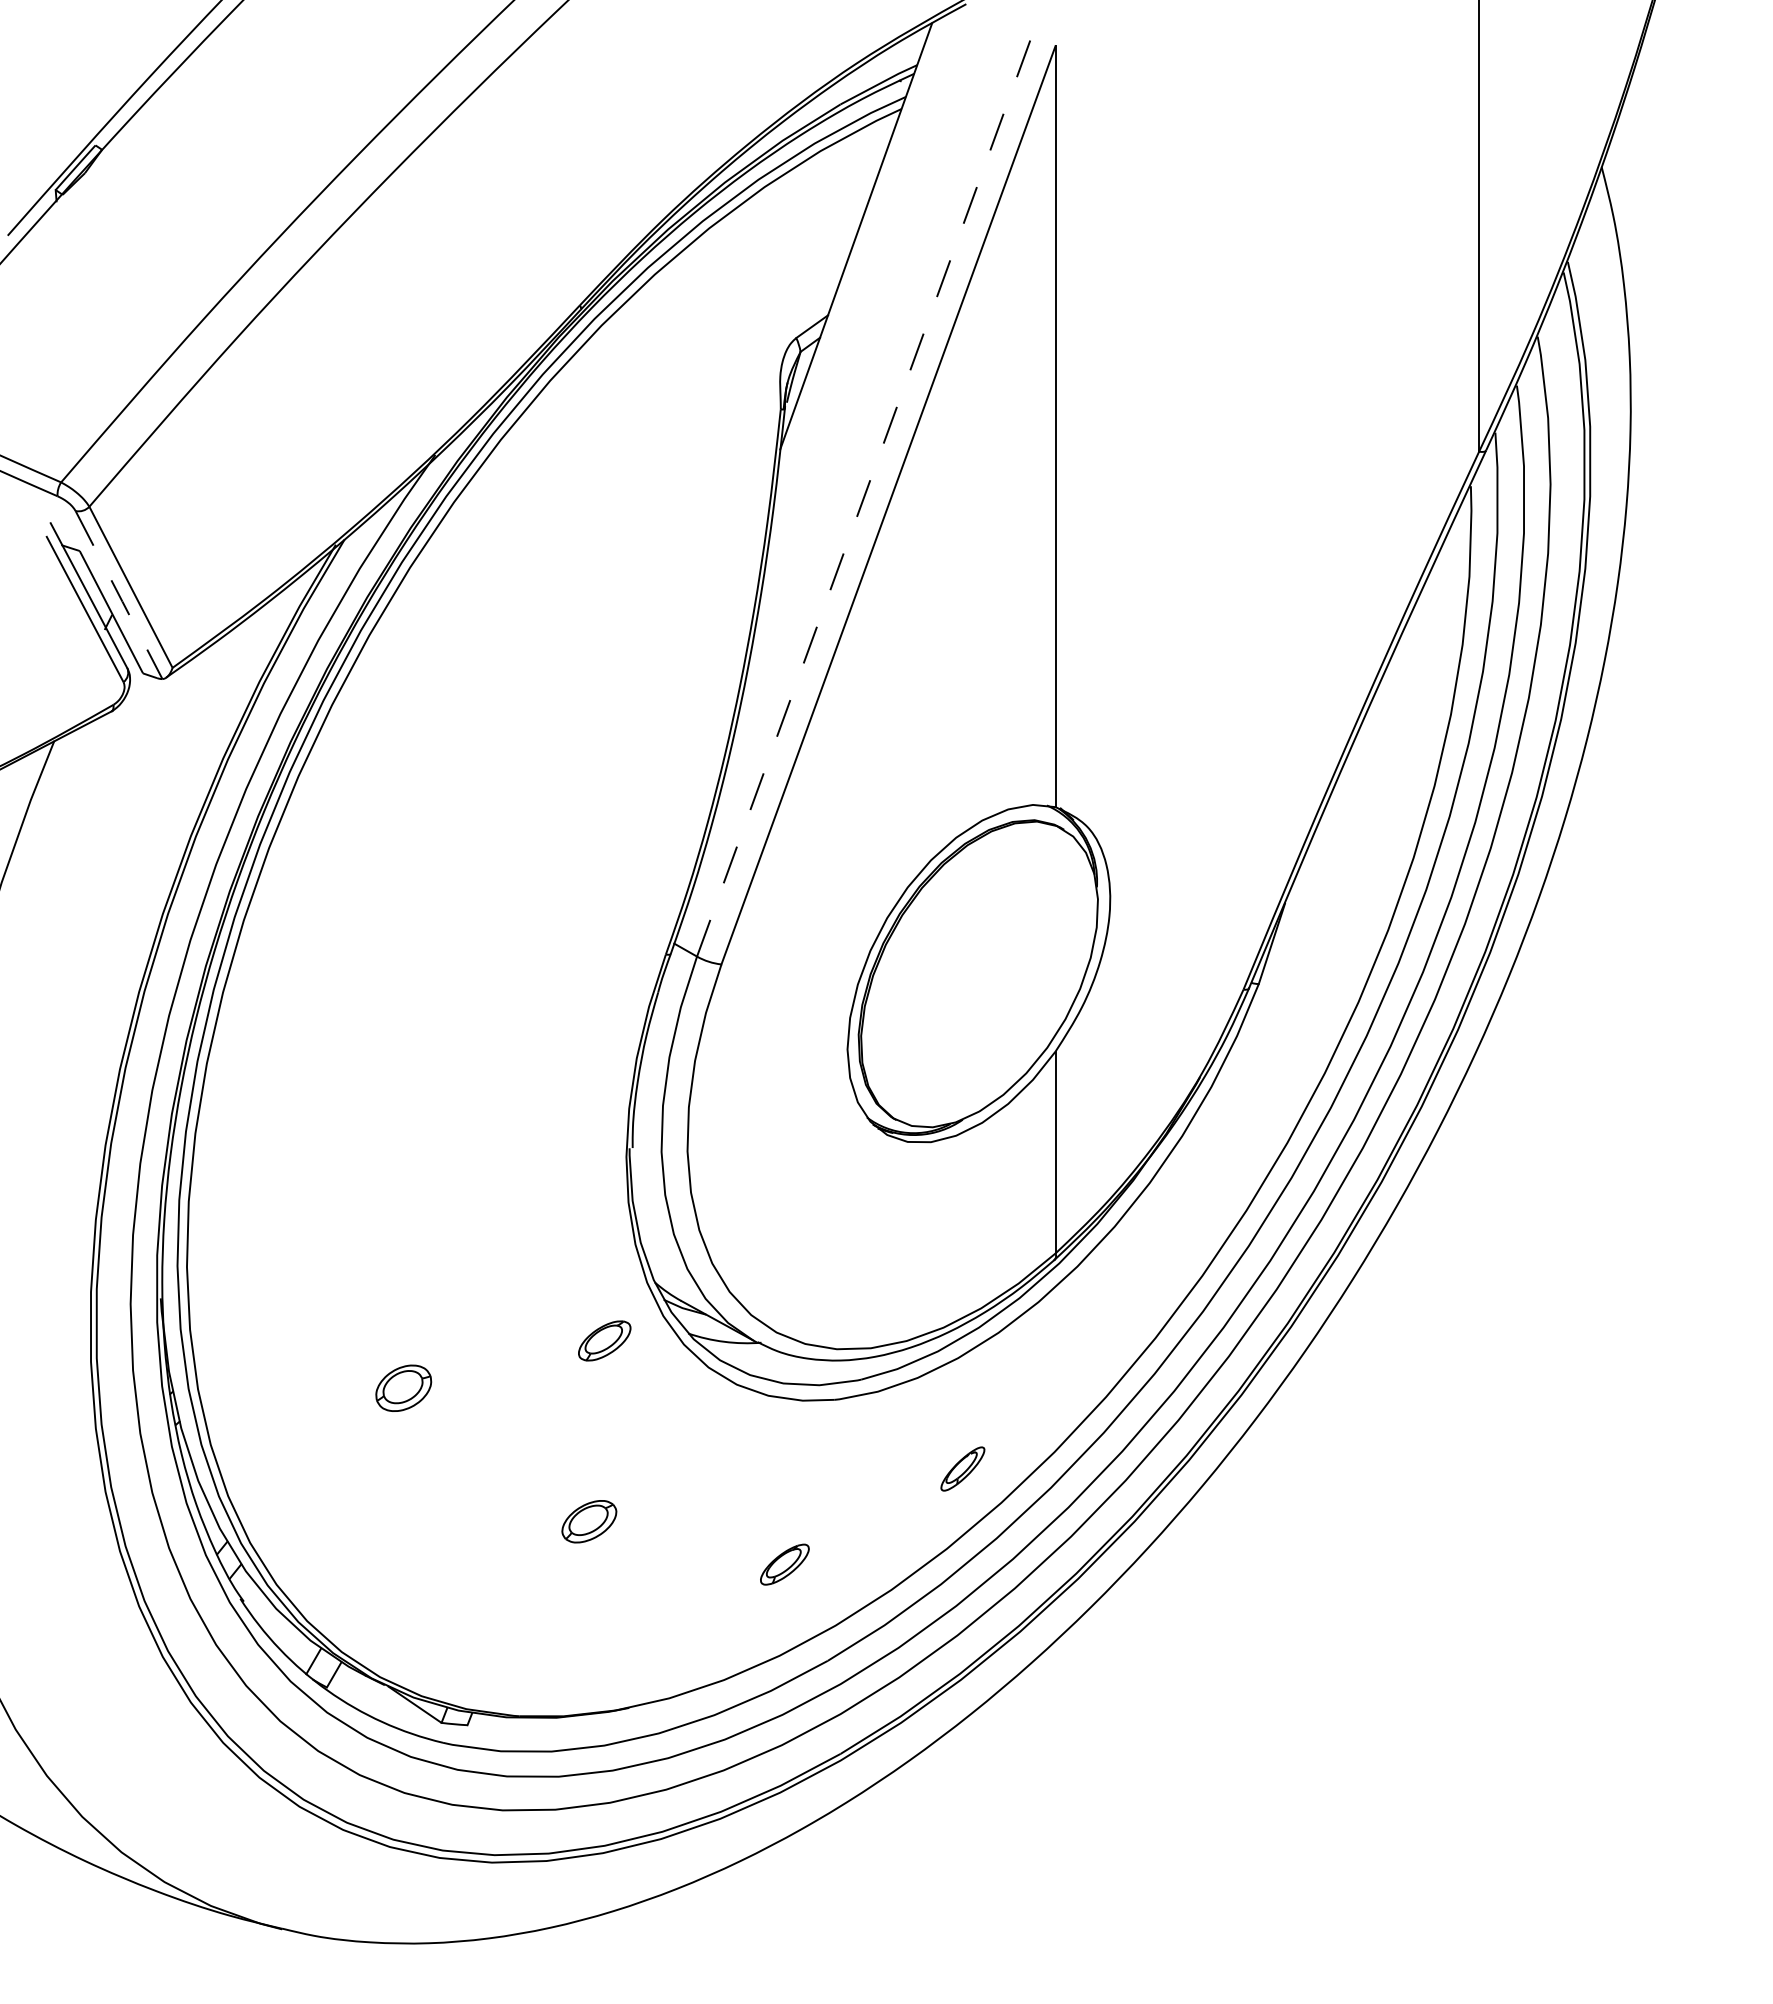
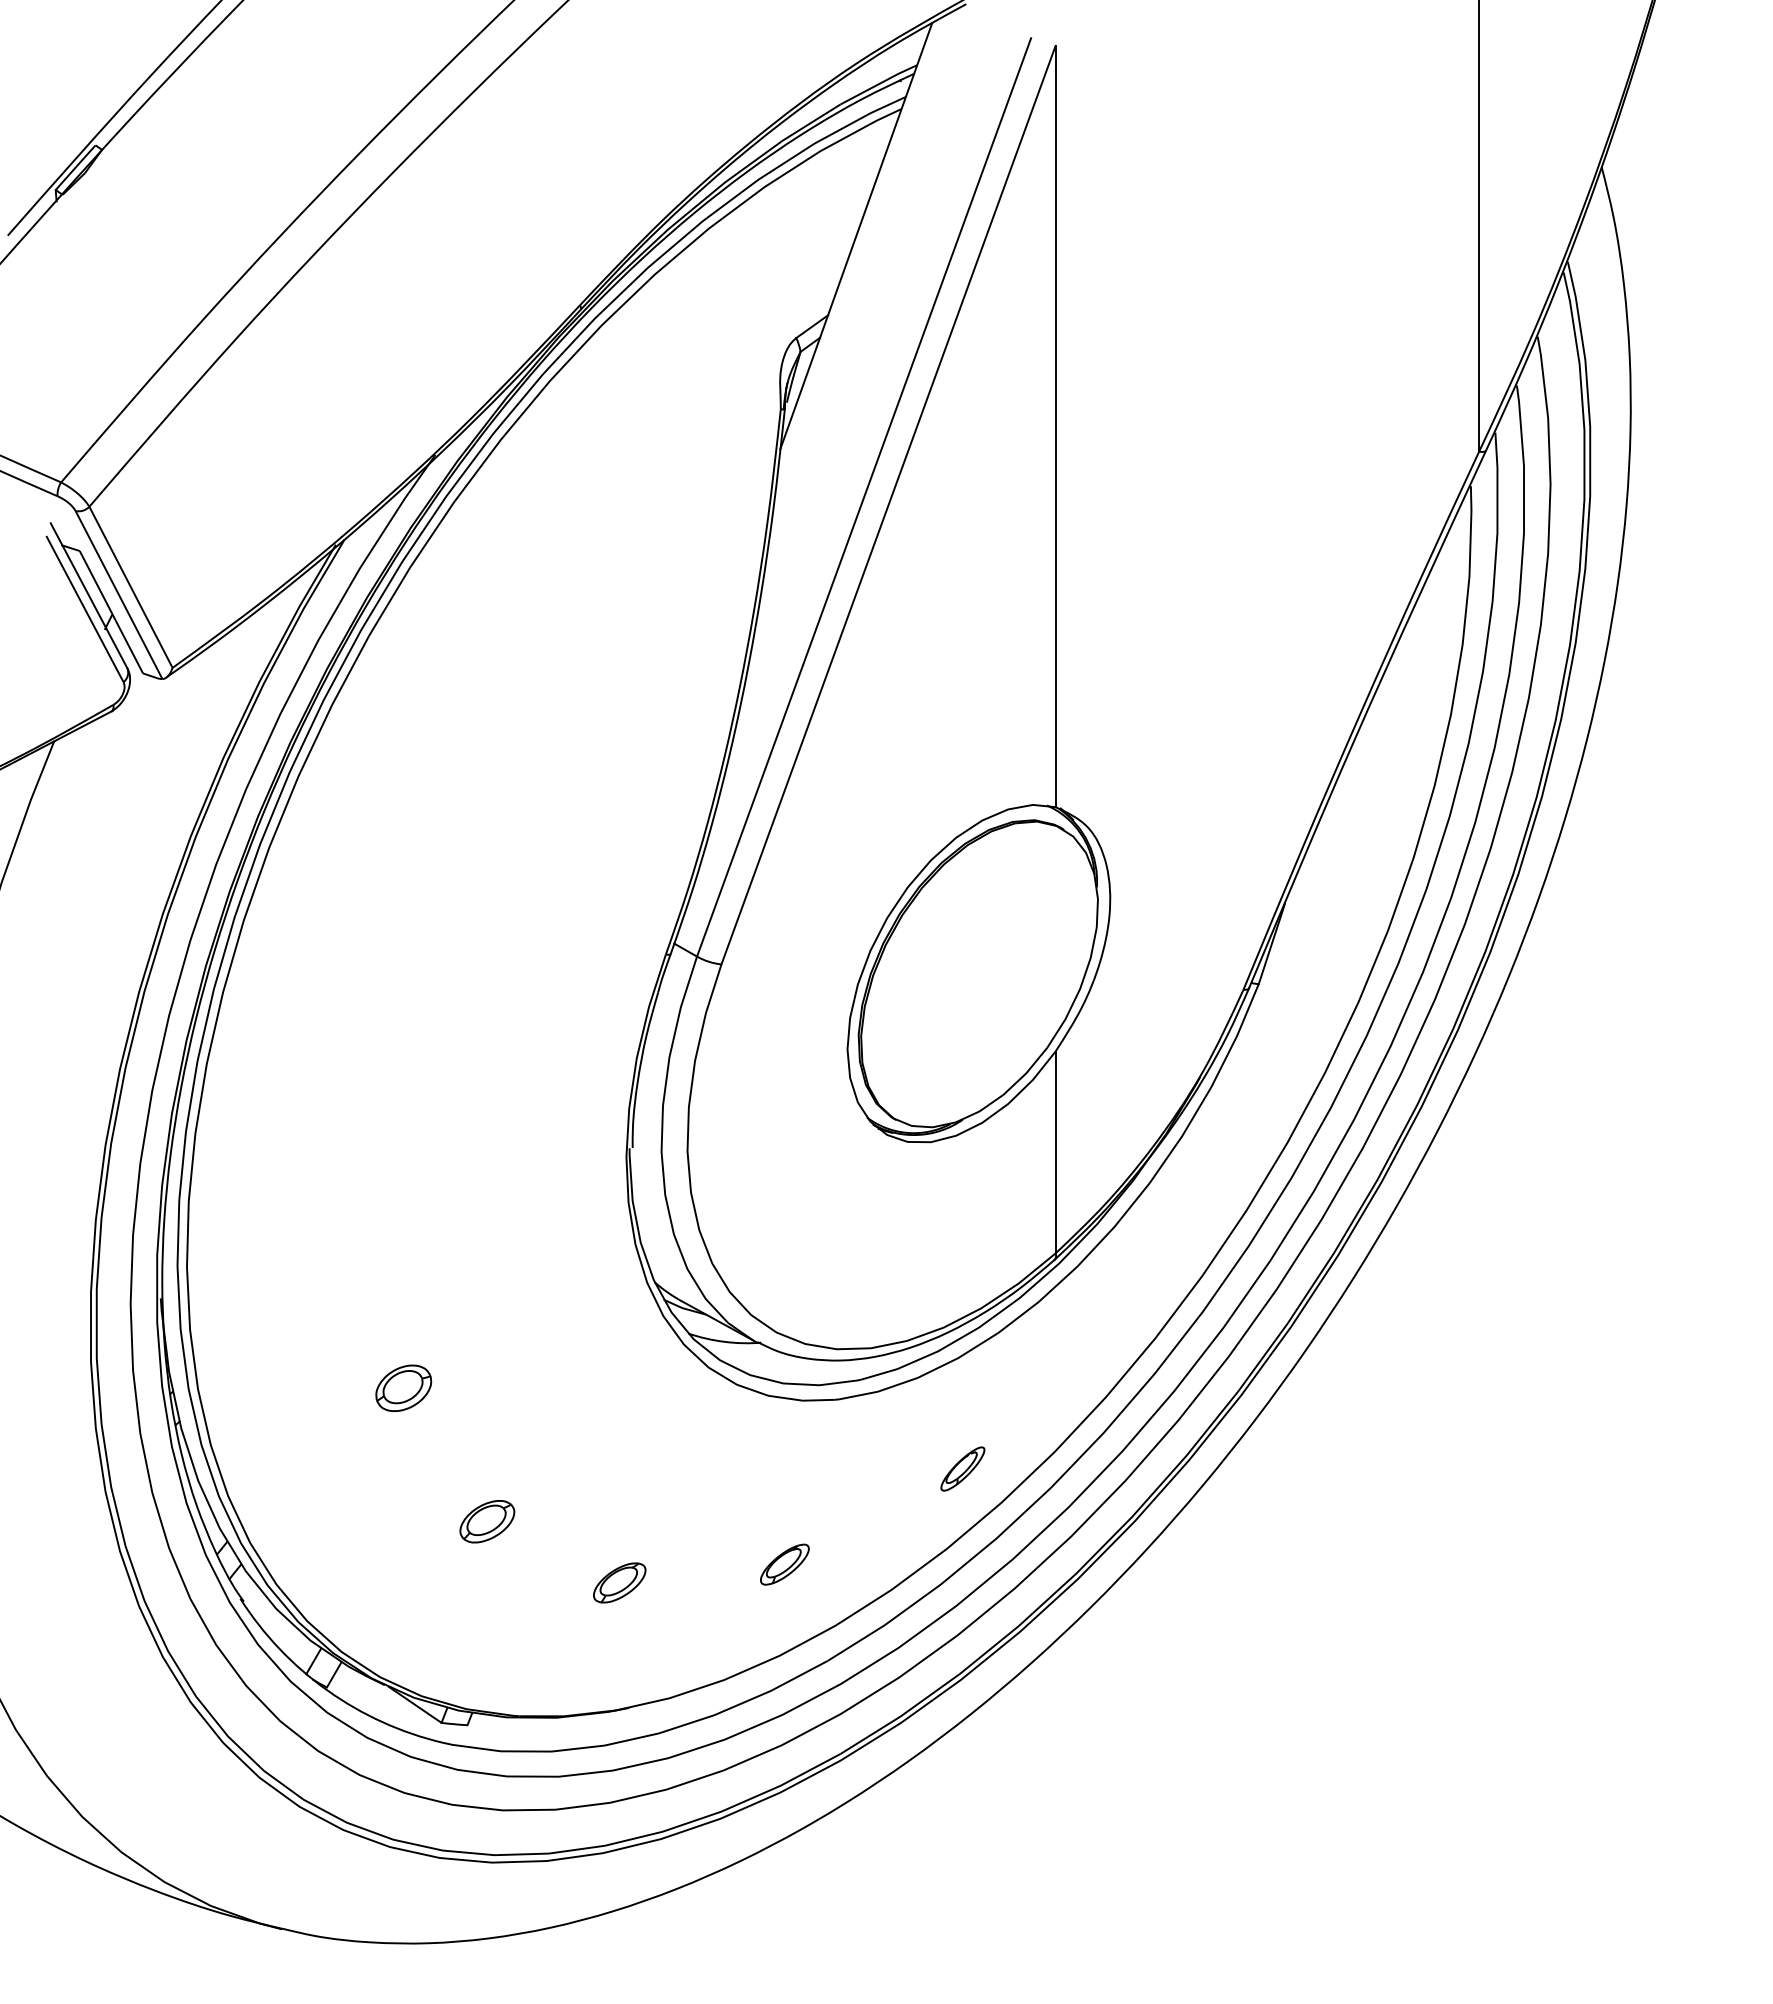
line at (864, 497): dashed -> solid
line at (119, 595): dashed -> solid
part at (604, 1340) position: (604, 1340) -> (619, 1582)
part at (589, 1521) position: (589, 1521) -> (487, 1521)
